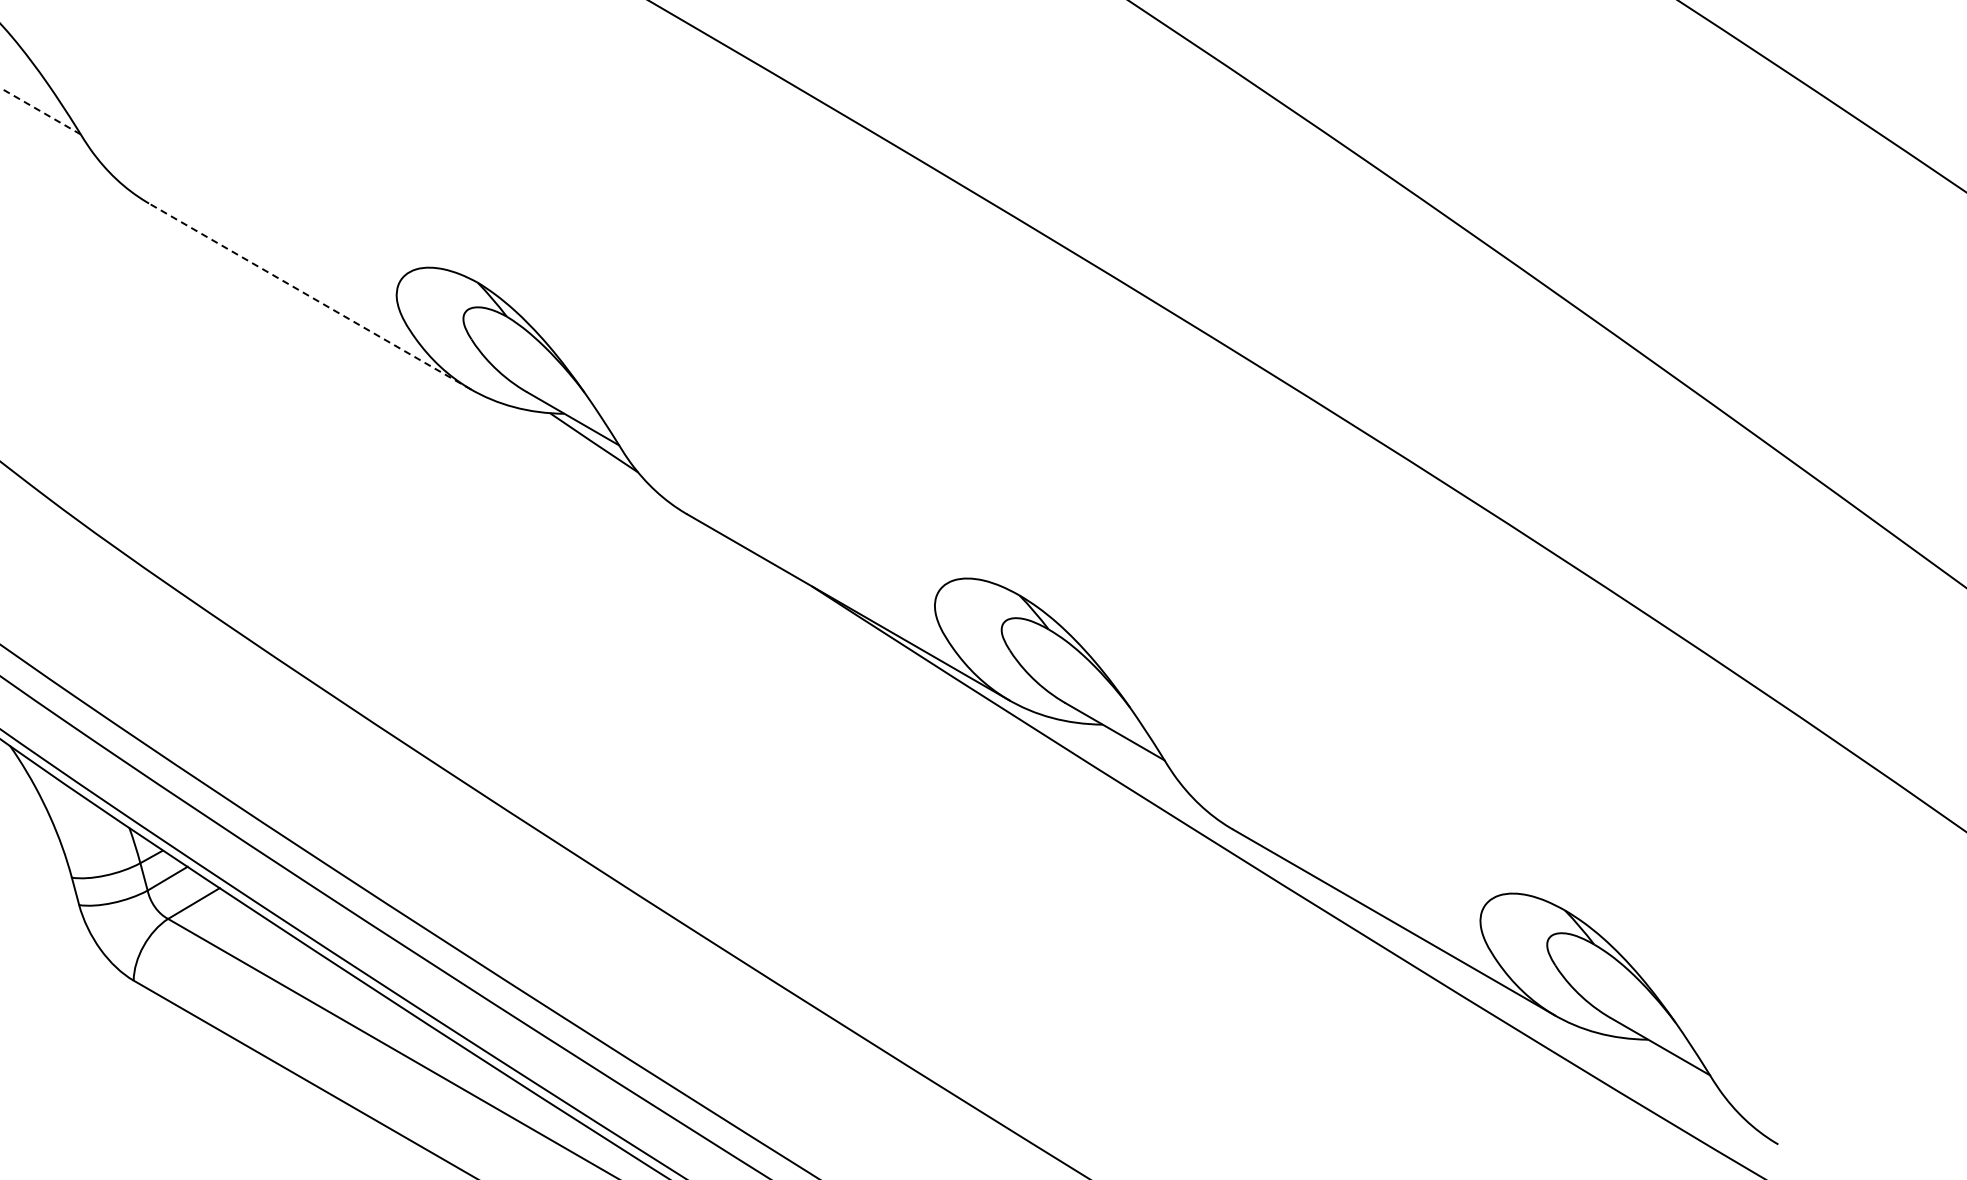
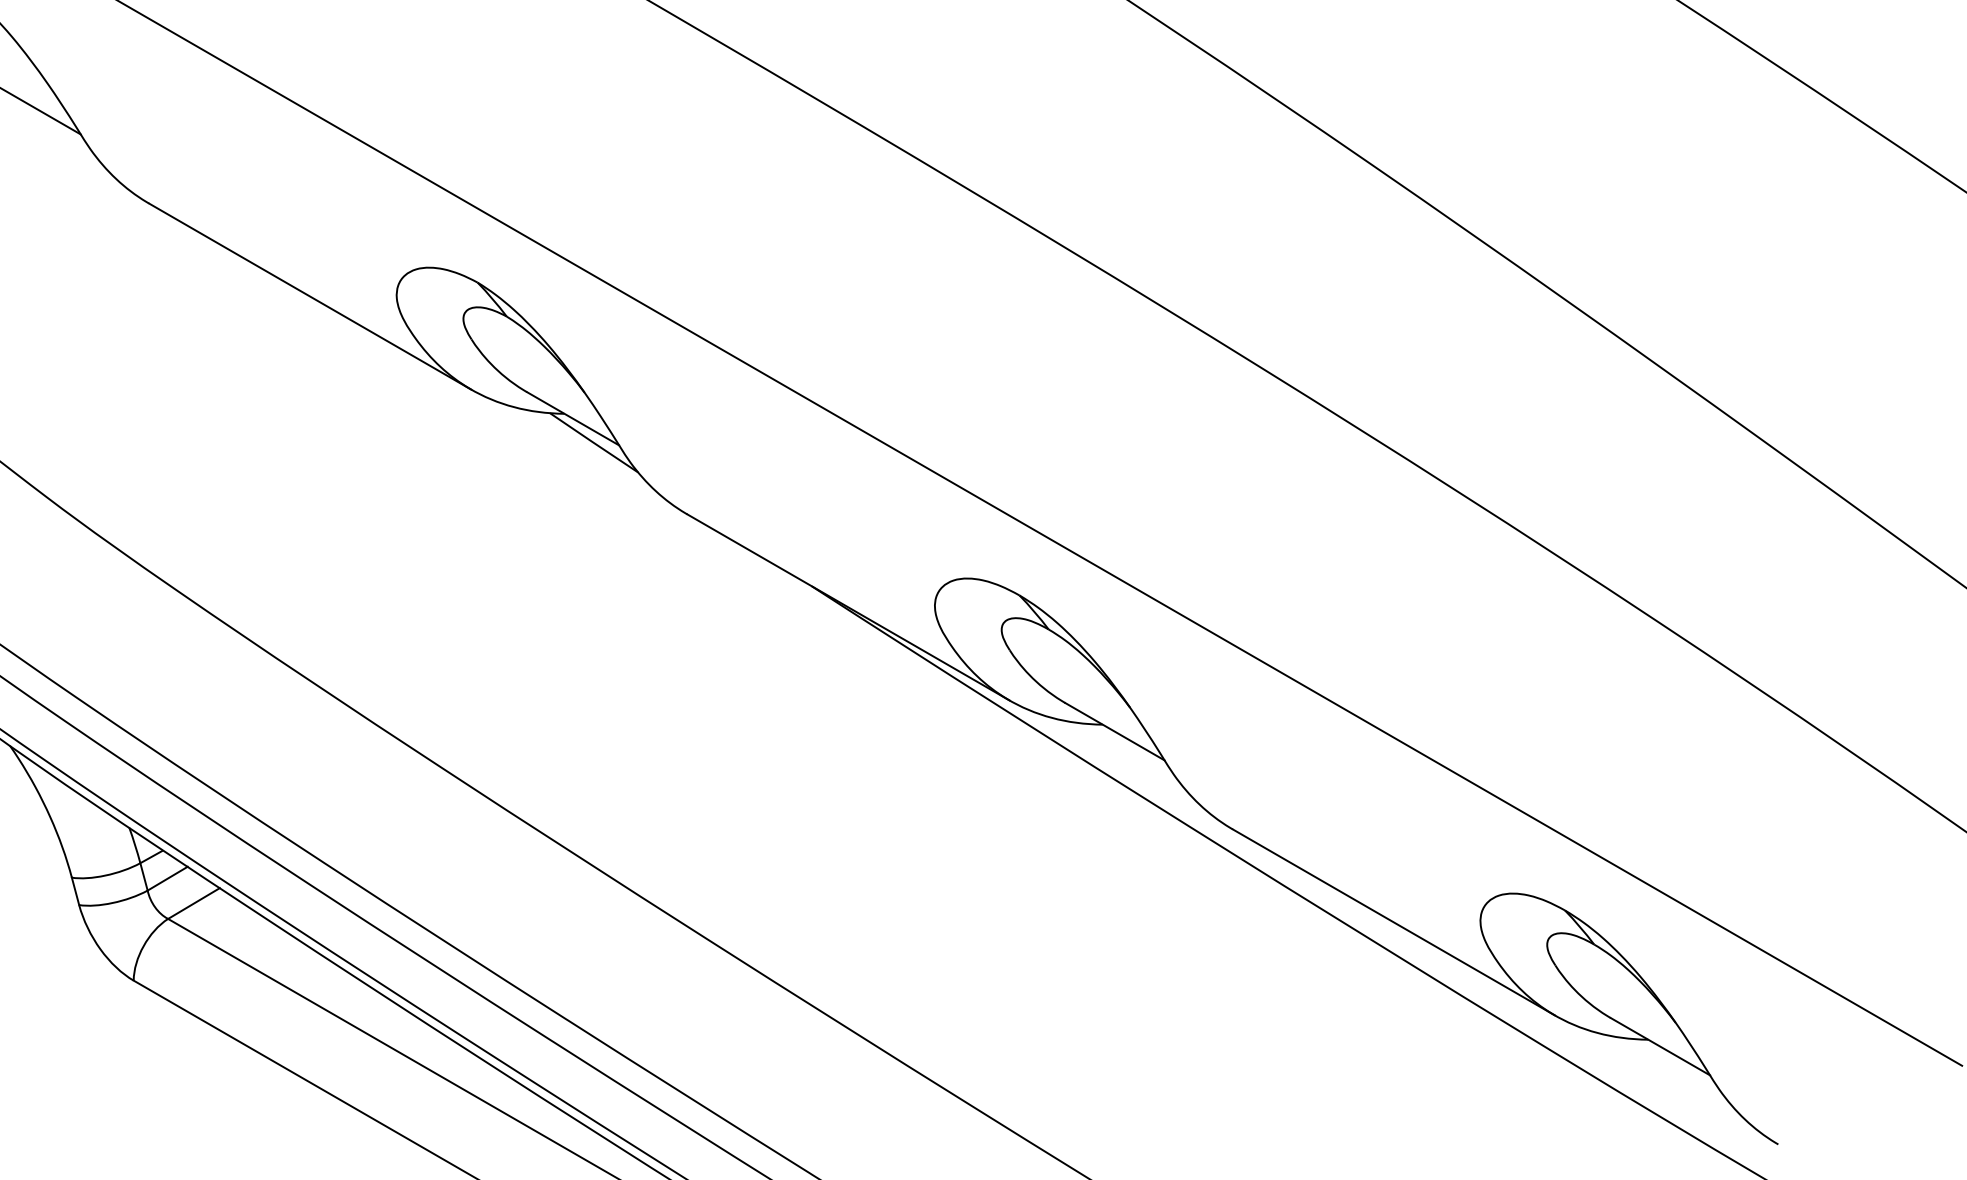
line at (40, 111): dashed -> solid
line at (309, 296): dashed -> solid
line at (1041, 533): none -> present
